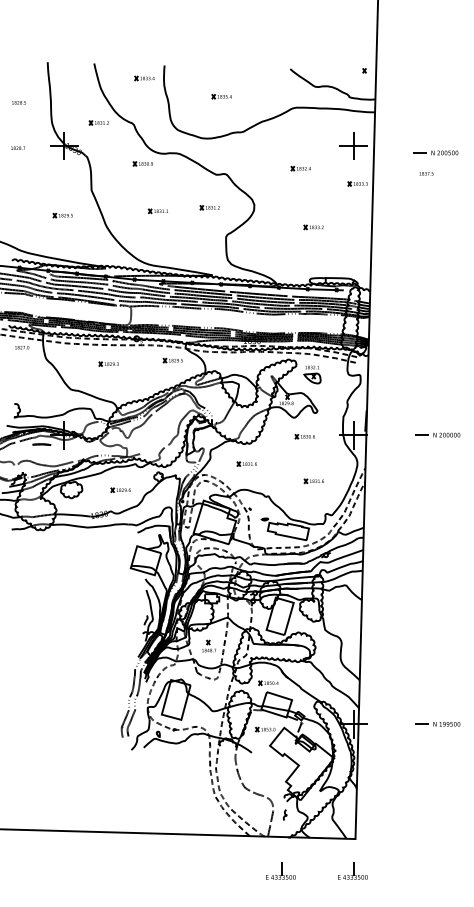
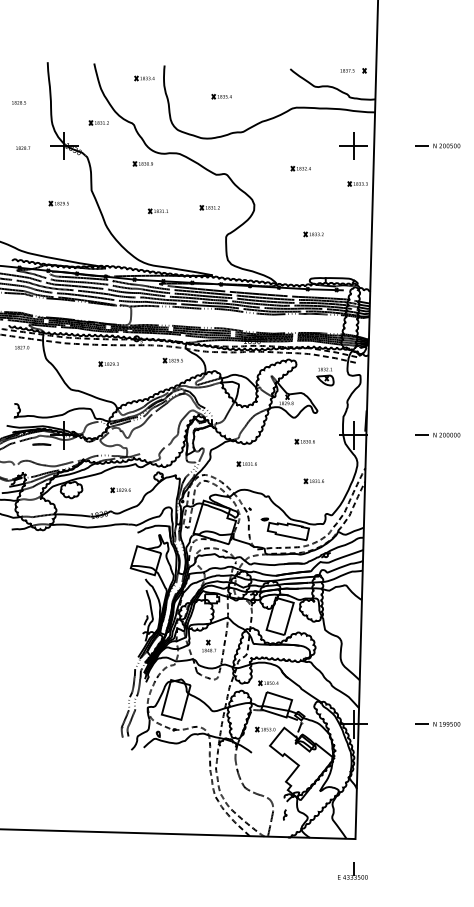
text at (18, 147) position: (18, 147) -> (23, 147)
part at (435, 152) position: (435, 152) -> (437, 145)
text at (426, 173) position: (426, 173) -> (347, 70)
part at (62, 215) position: (62, 215) -> (58, 203)
part at (313, 227) position: (313, 227) -> (313, 234)
part at (312, 374) position: (312, 374) -> (325, 376)
part at (304, 436) position: (304, 436) -> (304, 441)
part at (280, 870): present -> none
